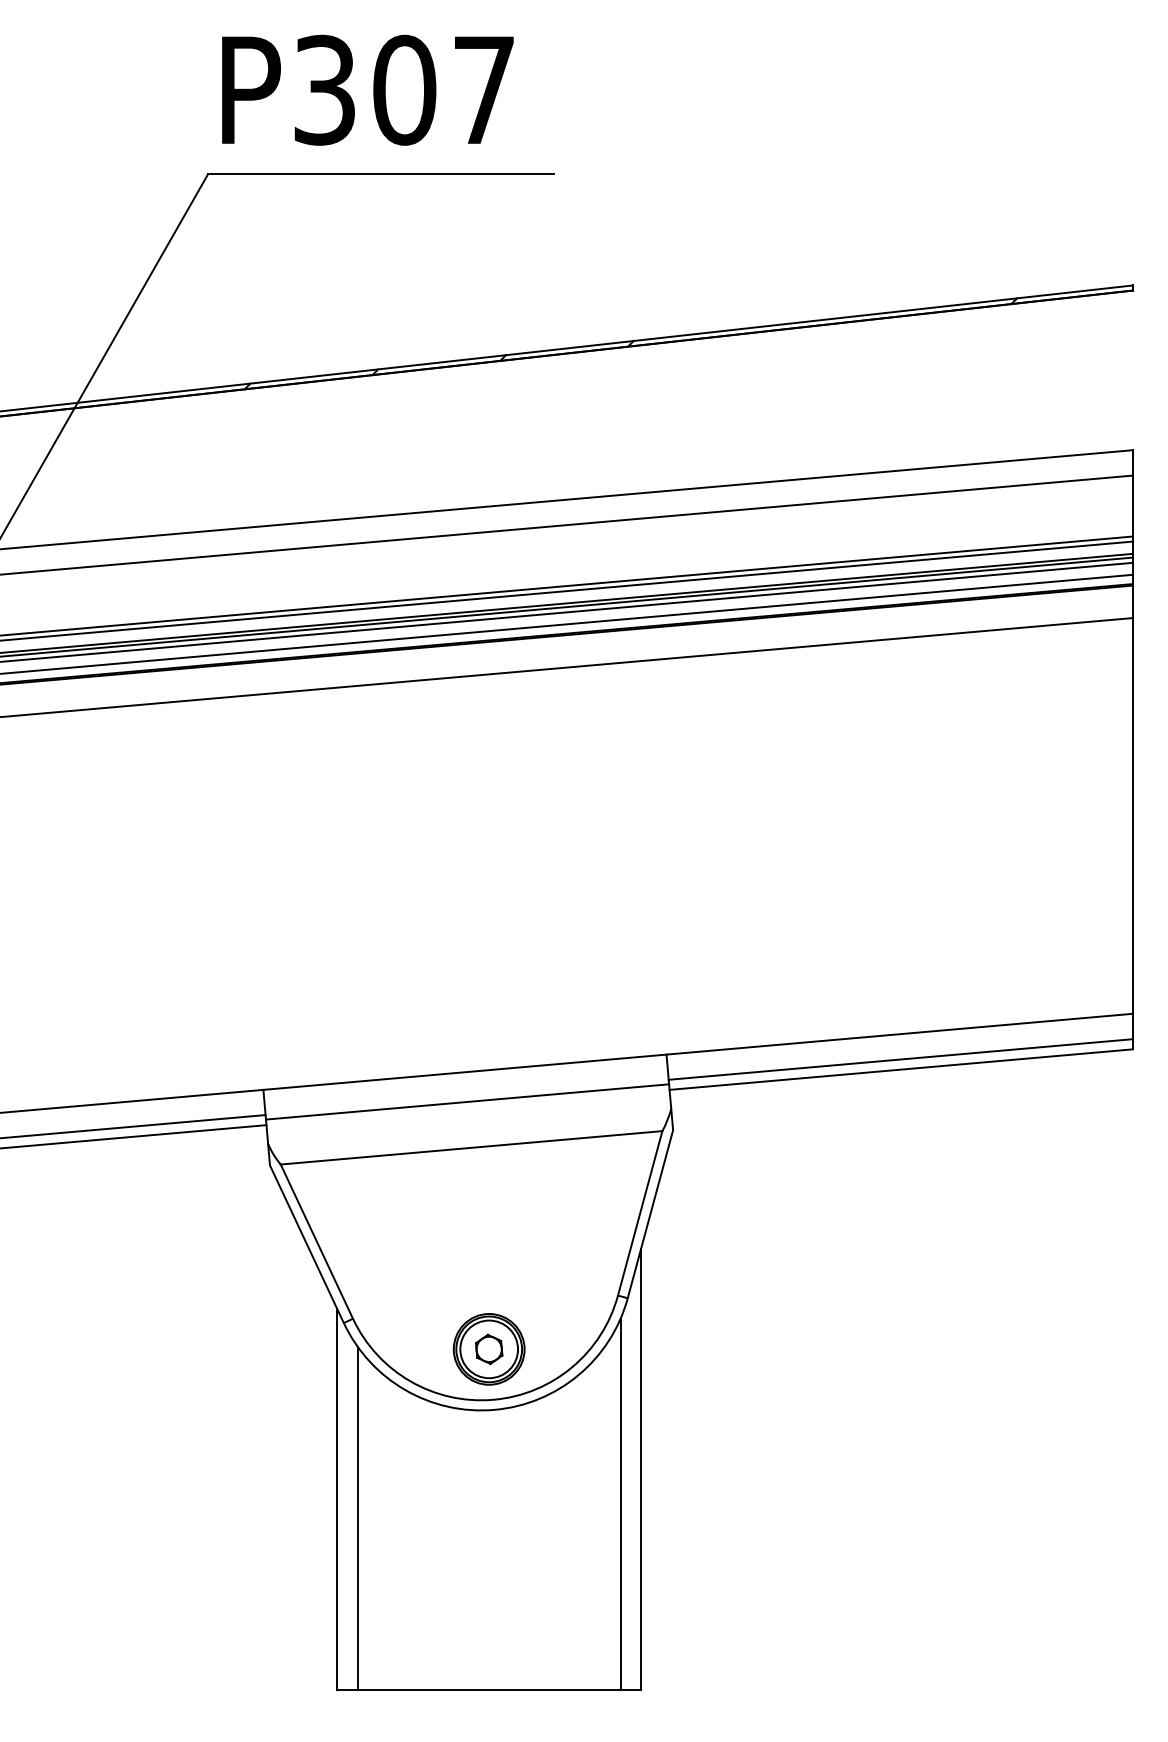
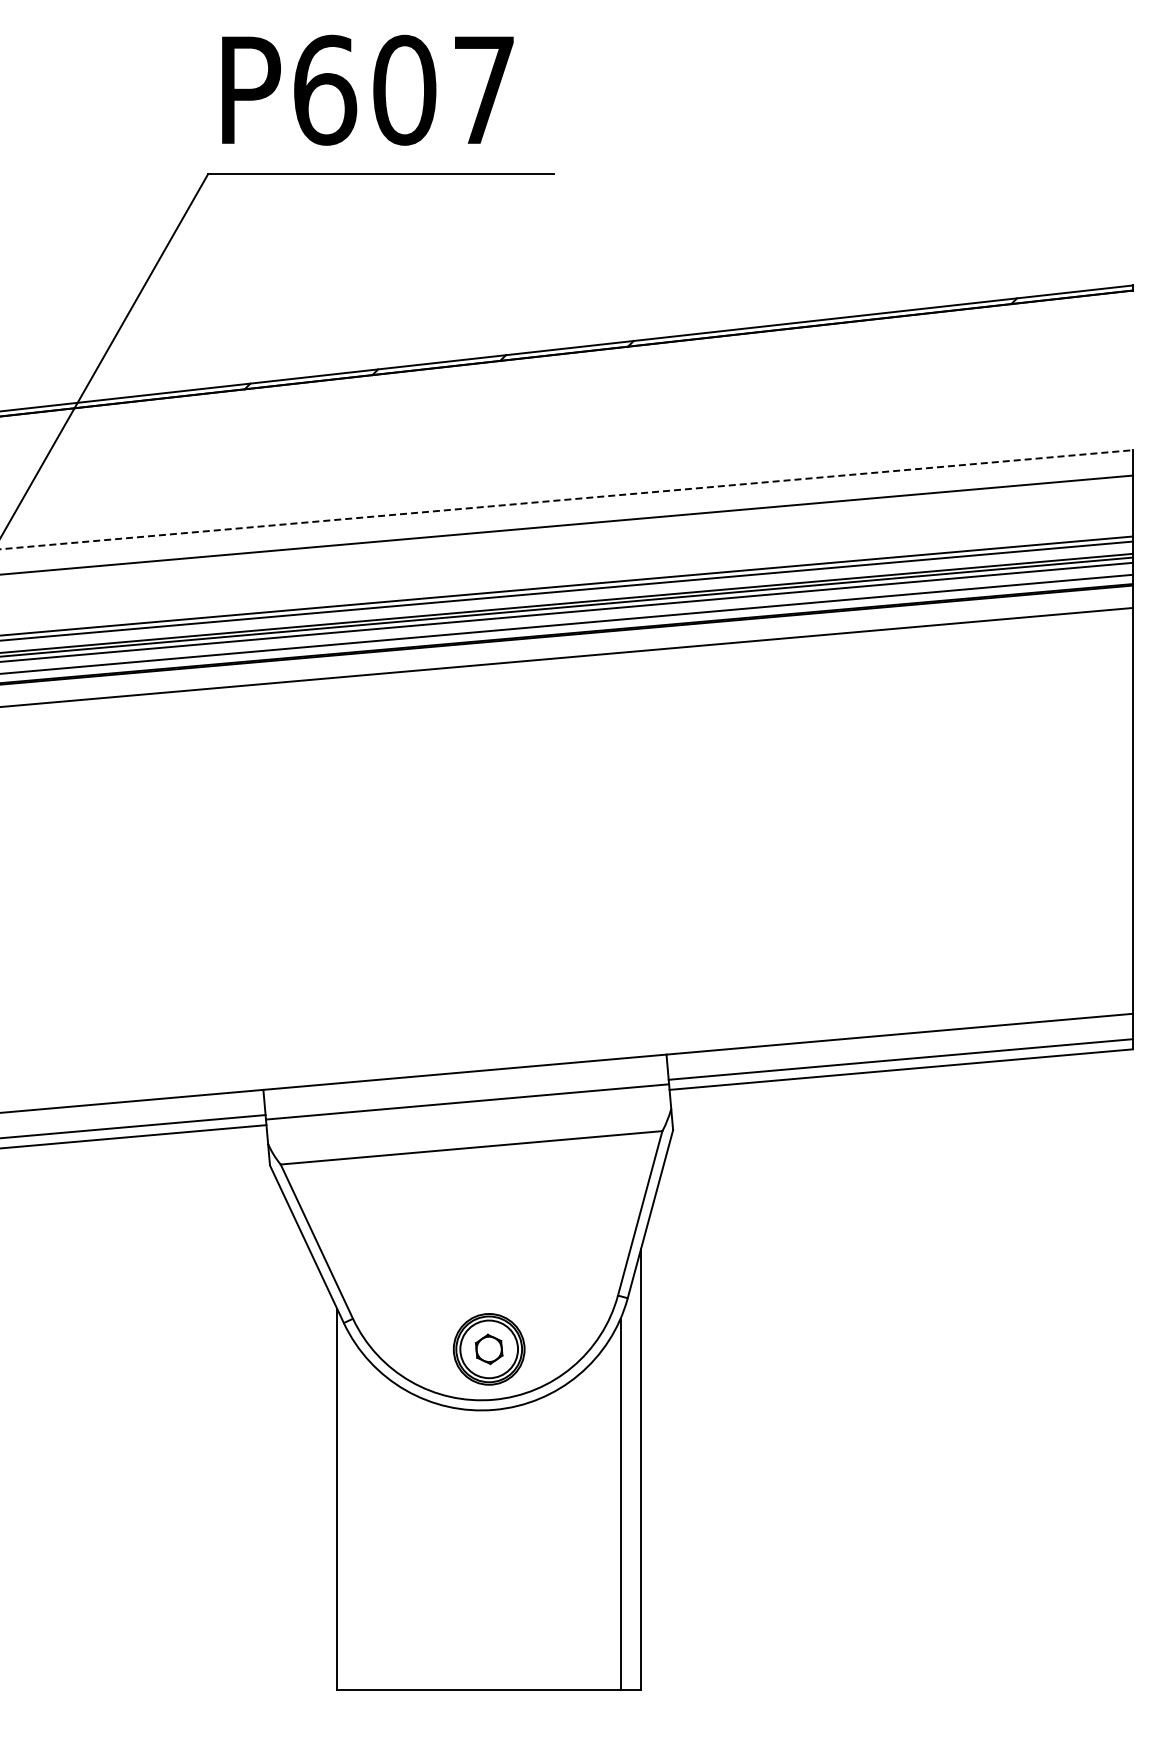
text at (325, 89): P307 -> P607
line at (567, 499): solid -> dashed
line at (567, 667) position: (567, 667) -> (567, 657)
line at (357, 1517): present -> none
